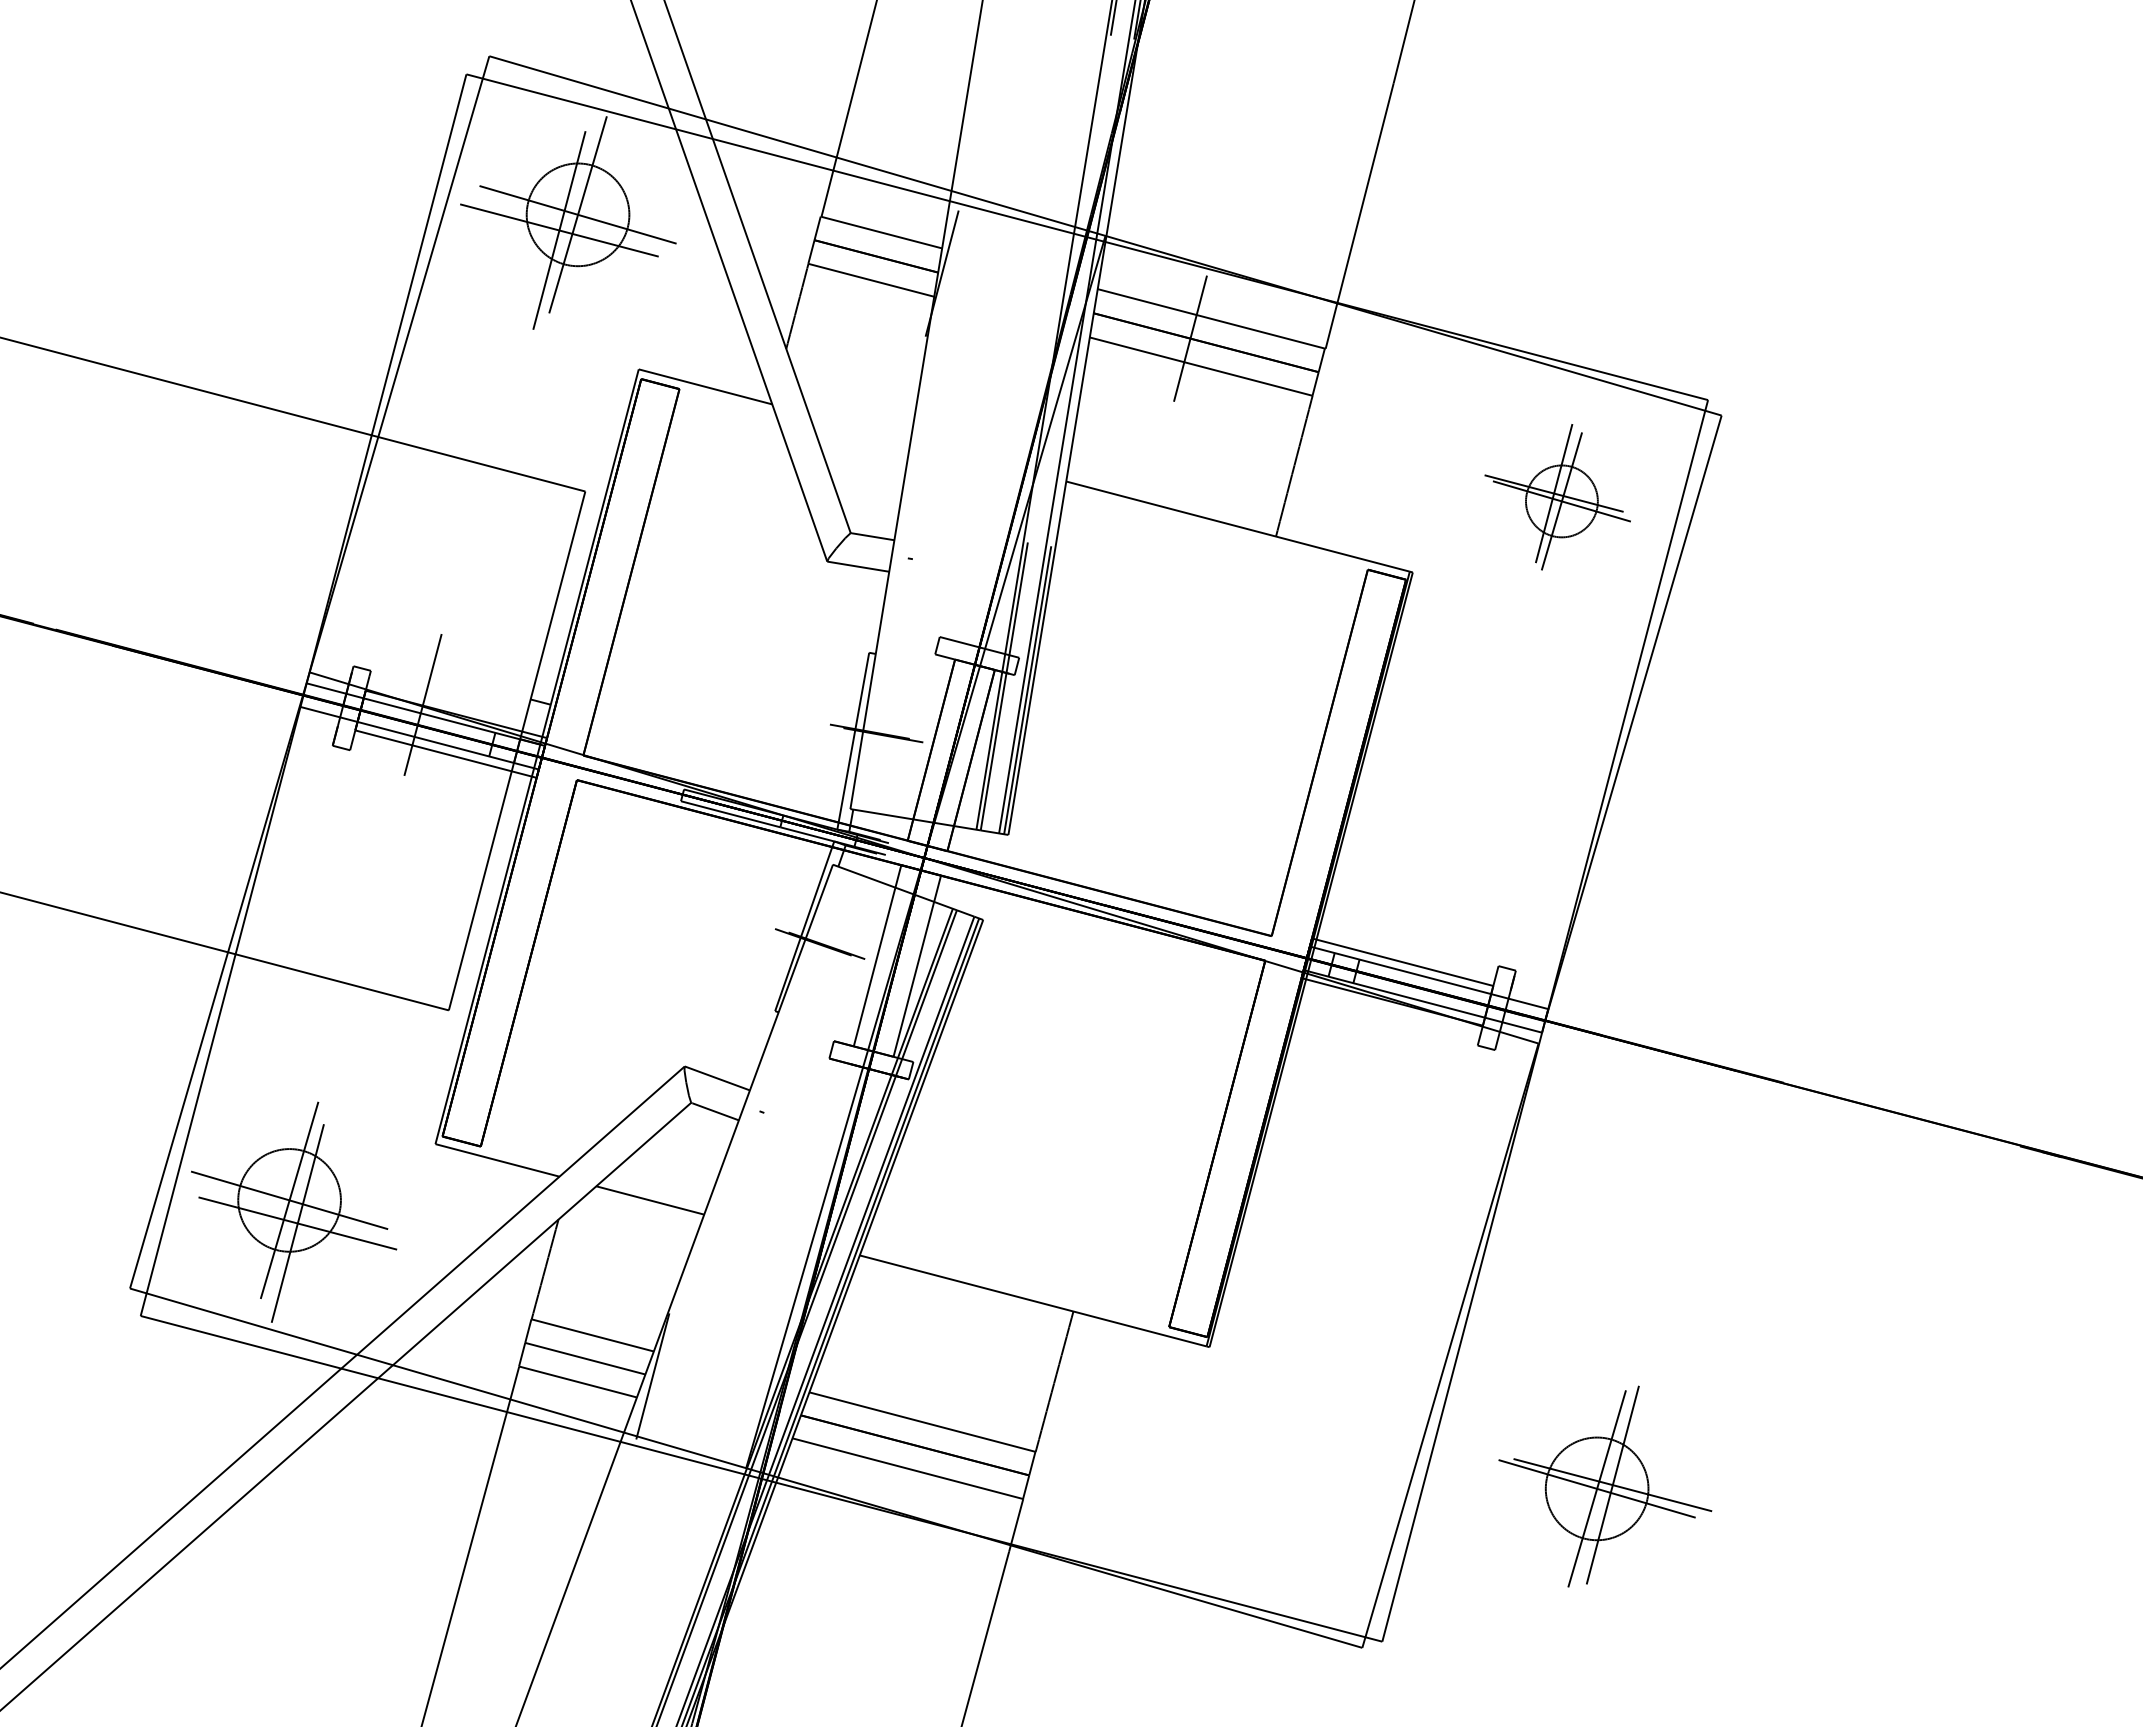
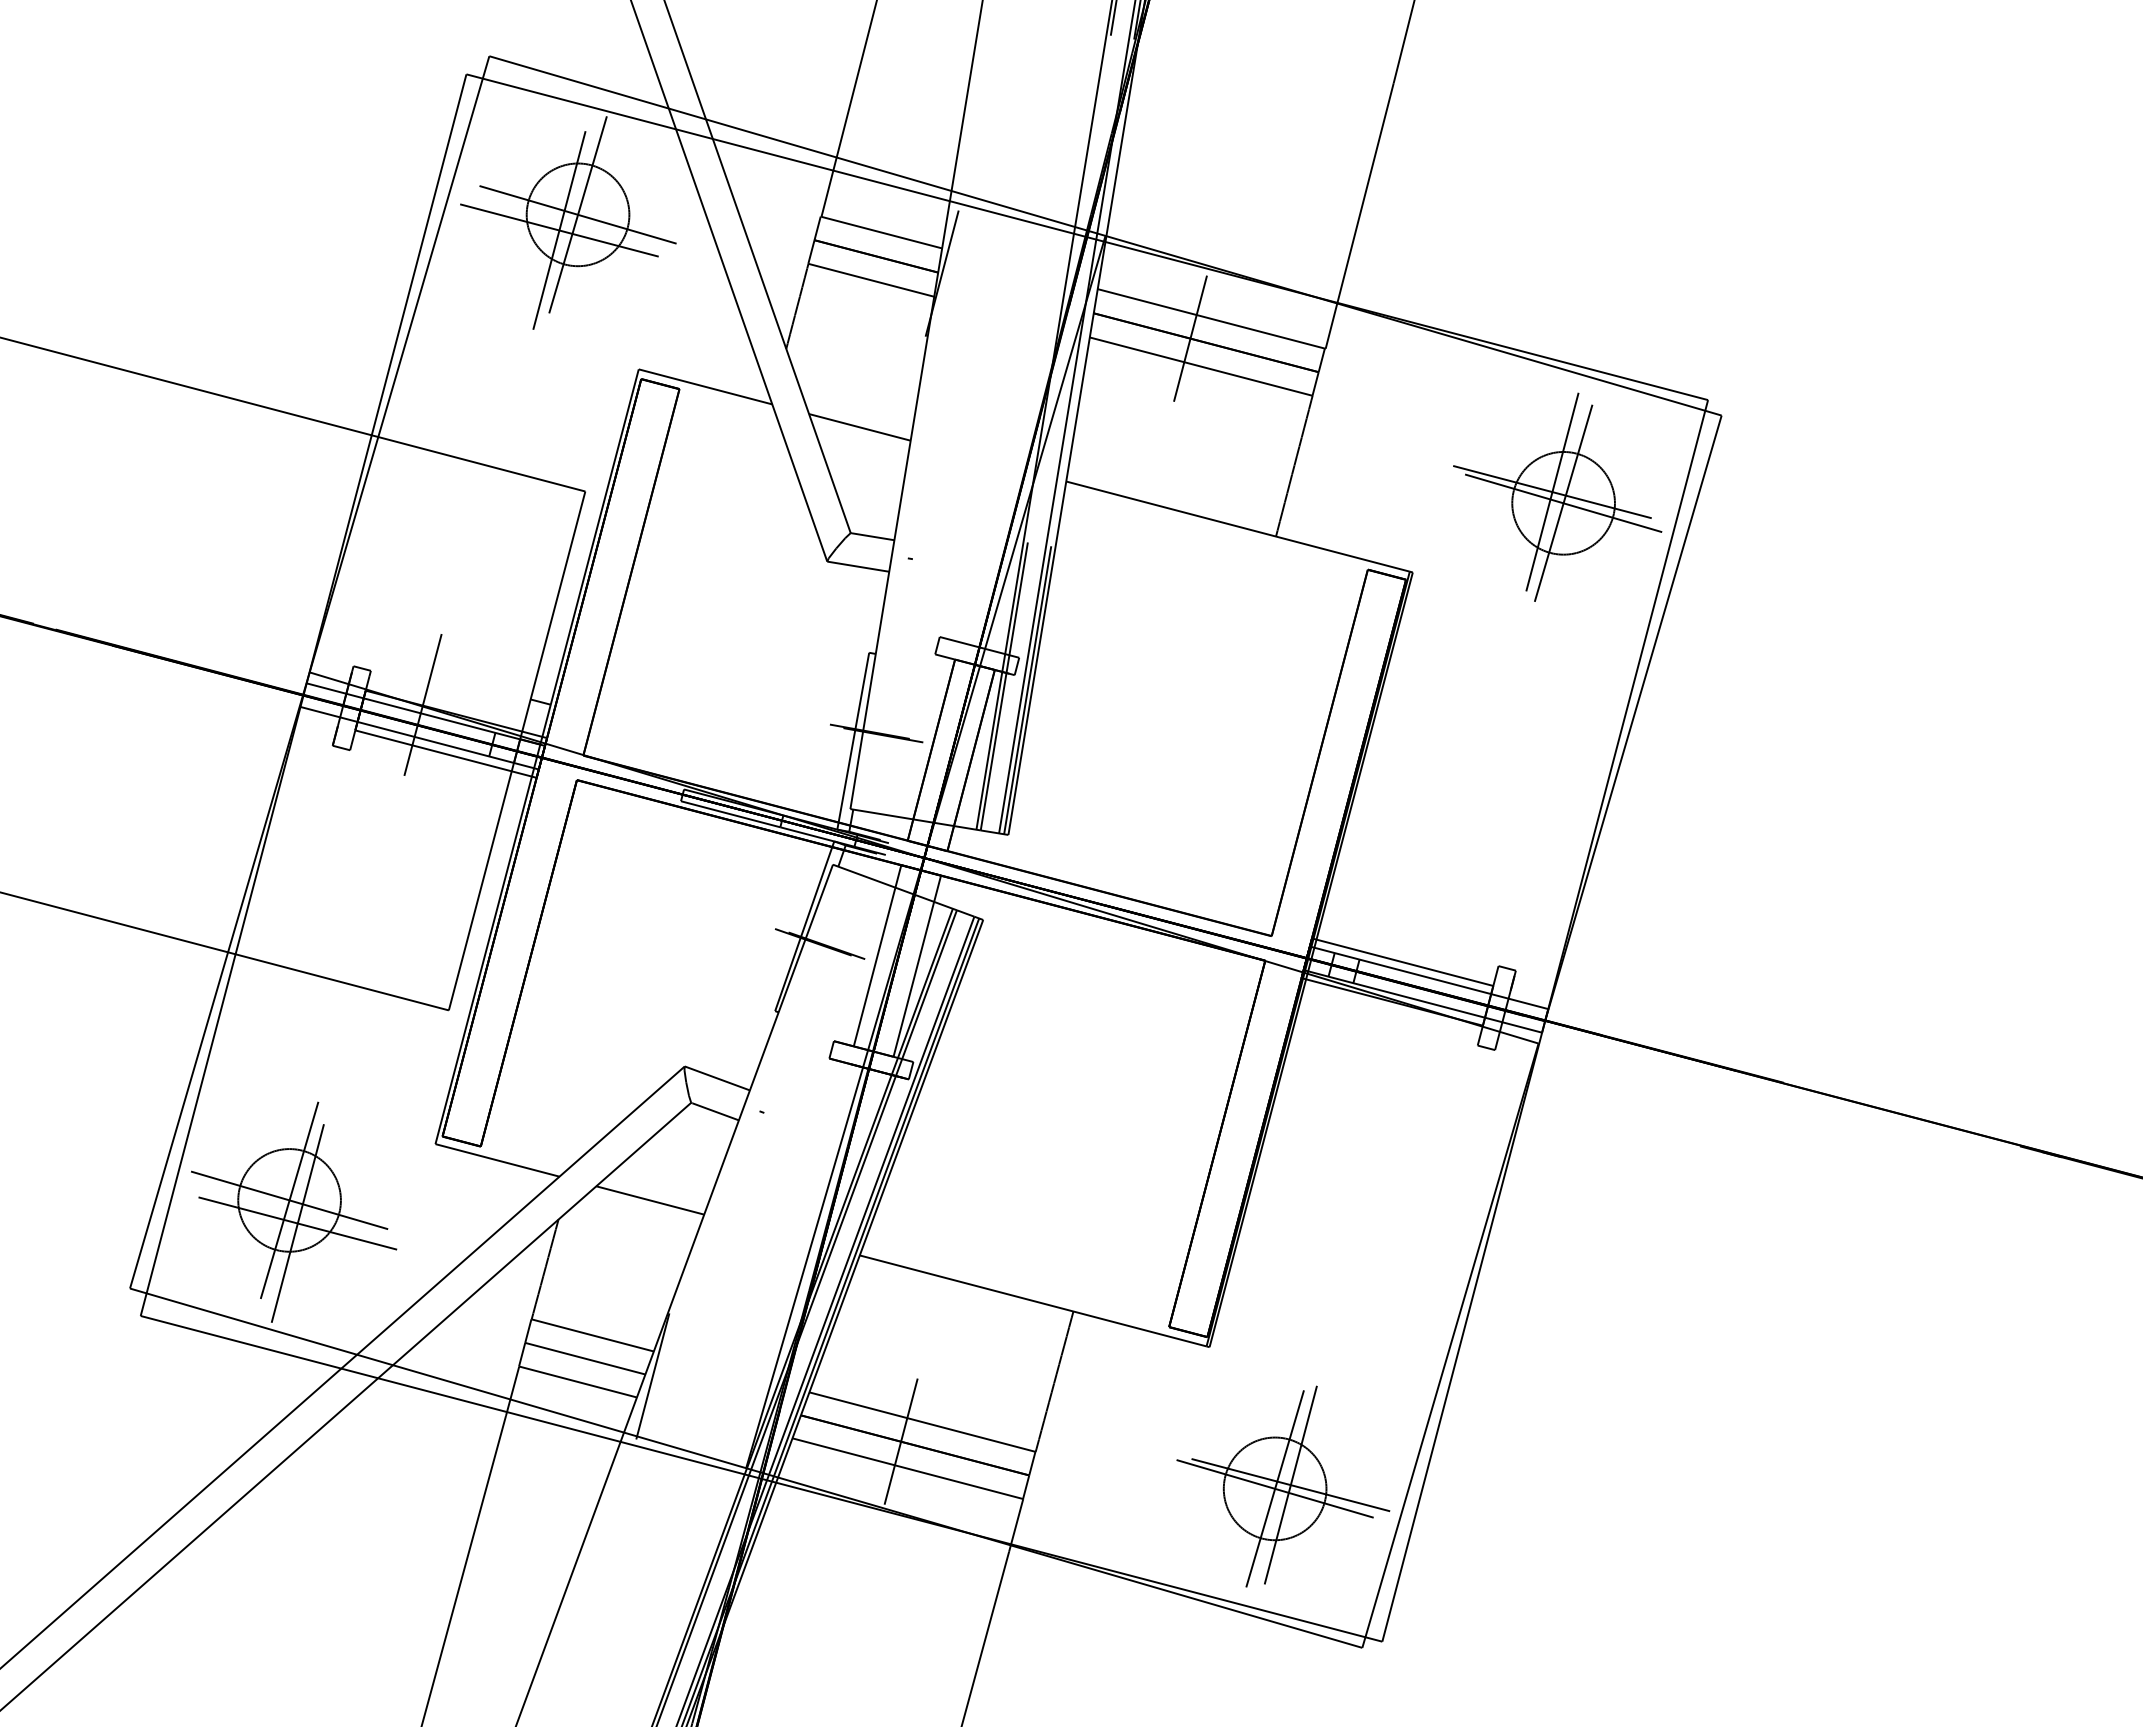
line at (859, 427): none -> present
part at (1557, 497) size: 147x147 px -> 210x210 px
line at (900, 1441): none -> present
part at (1605, 1486) position: (1605, 1486) -> (1283, 1486)
